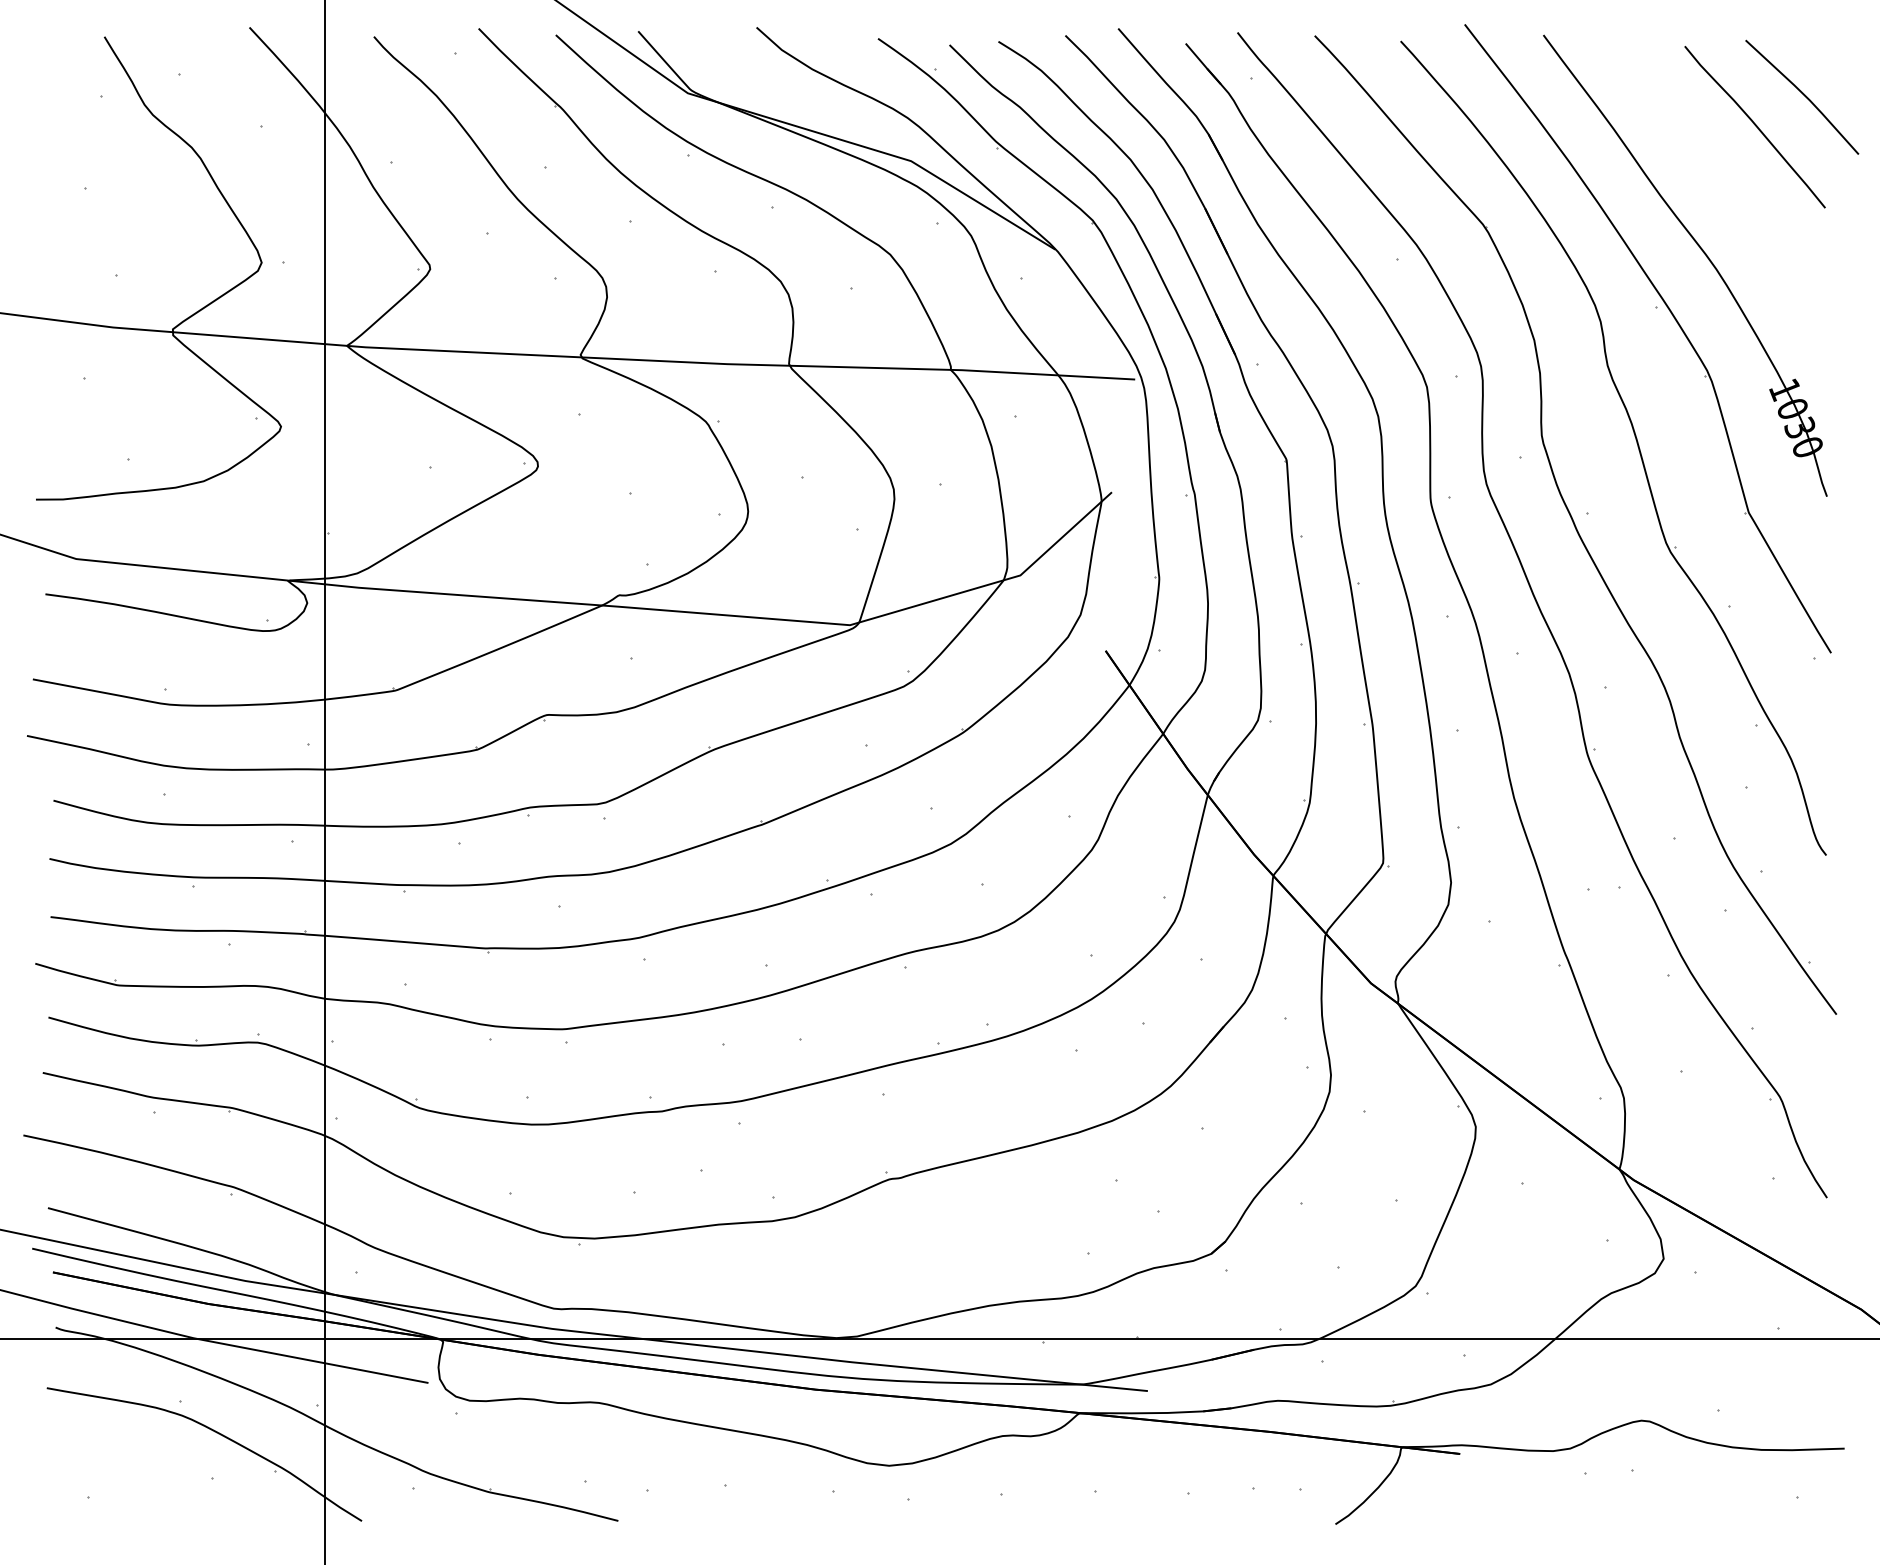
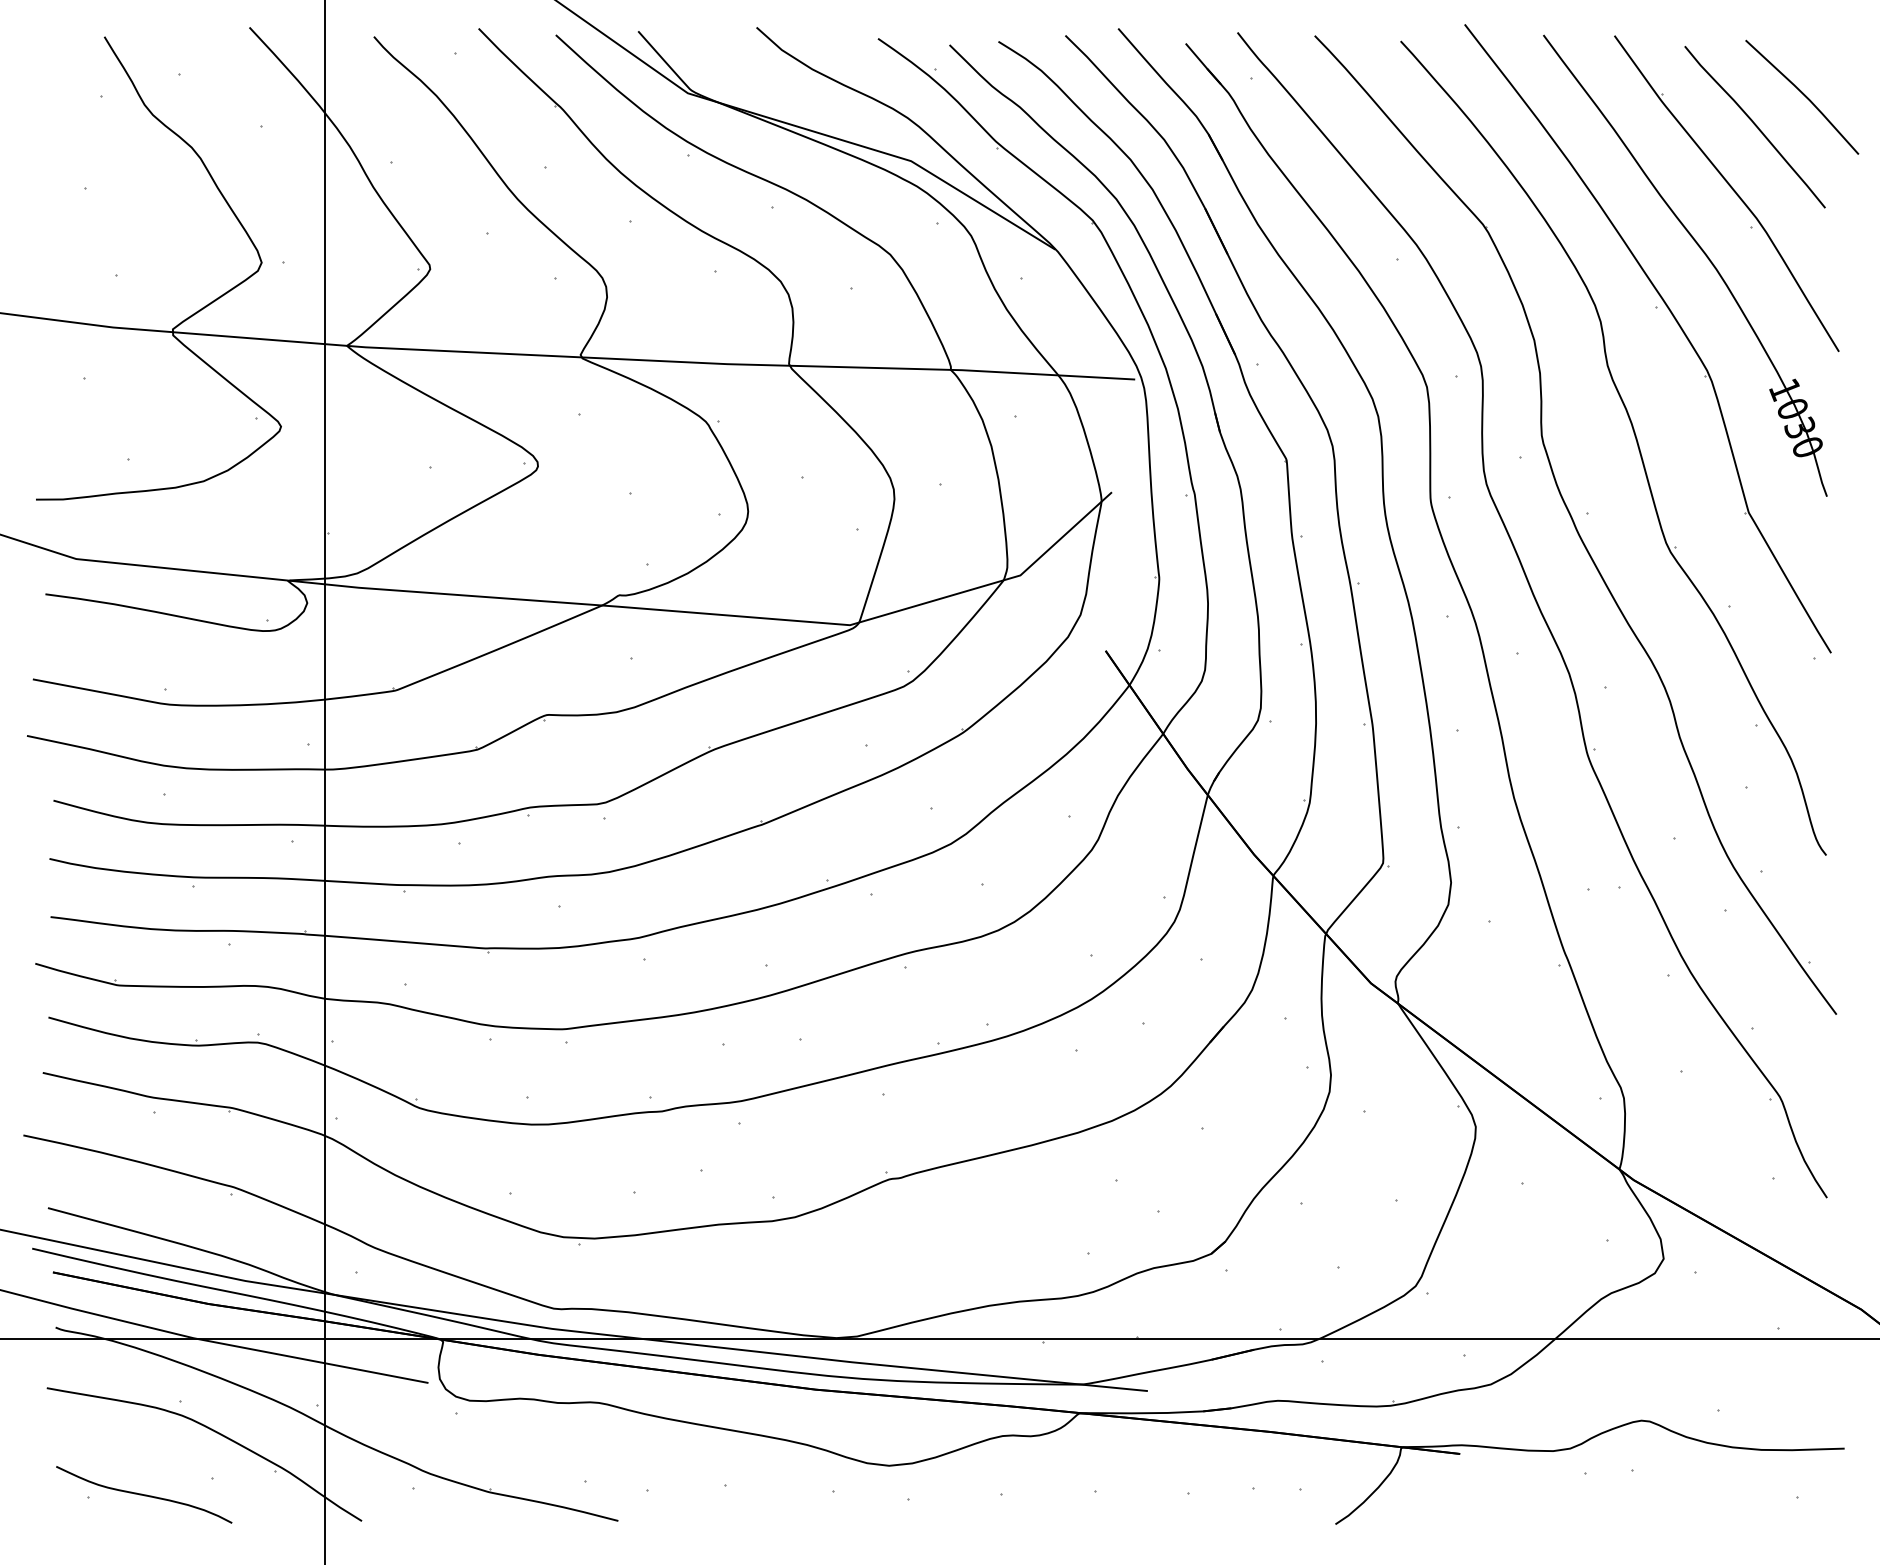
part at (1732, 190): none -> present
curve at (144, 1494): none -> present
